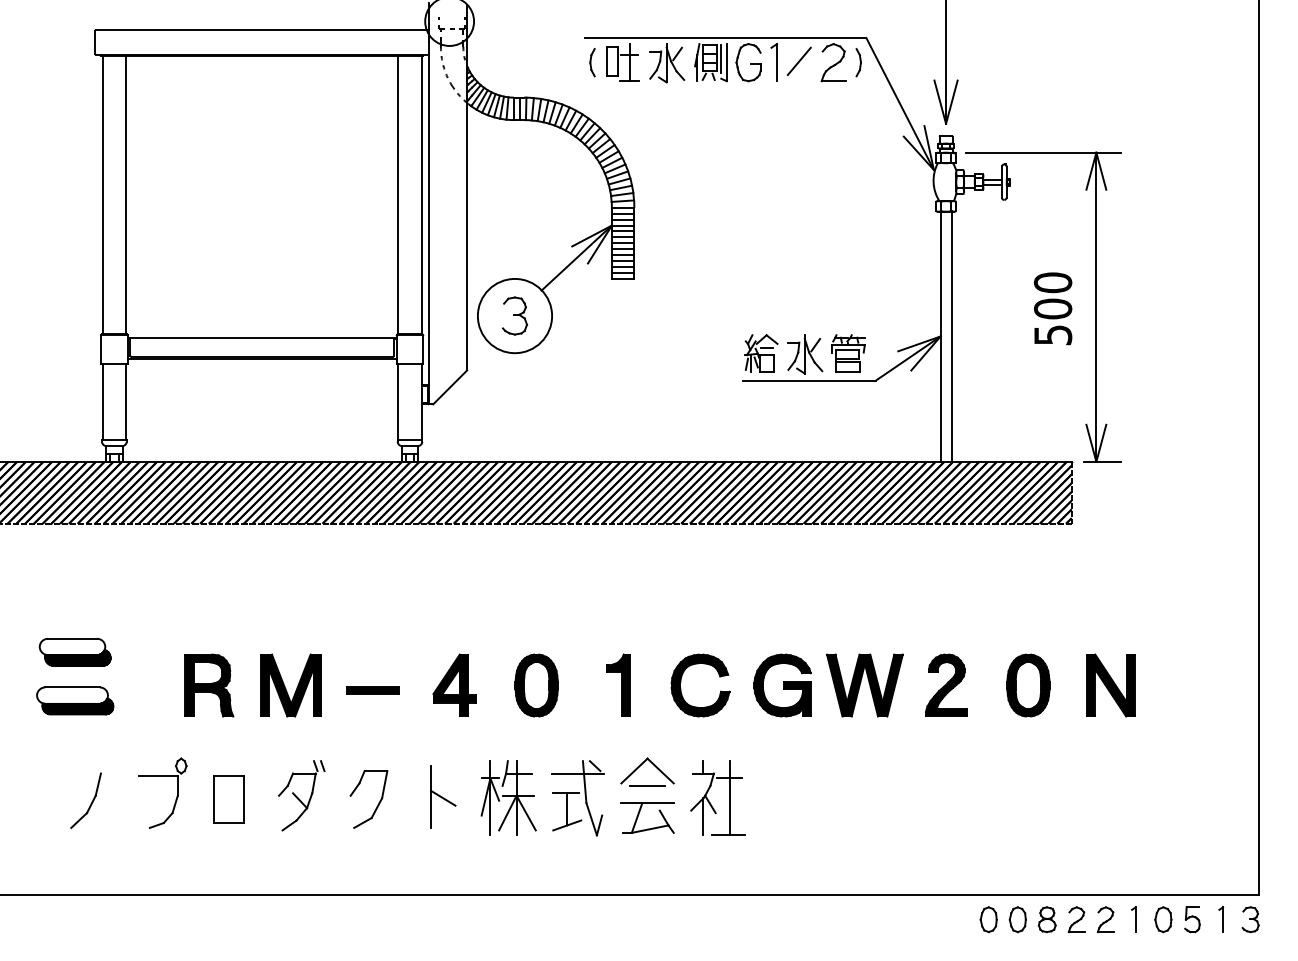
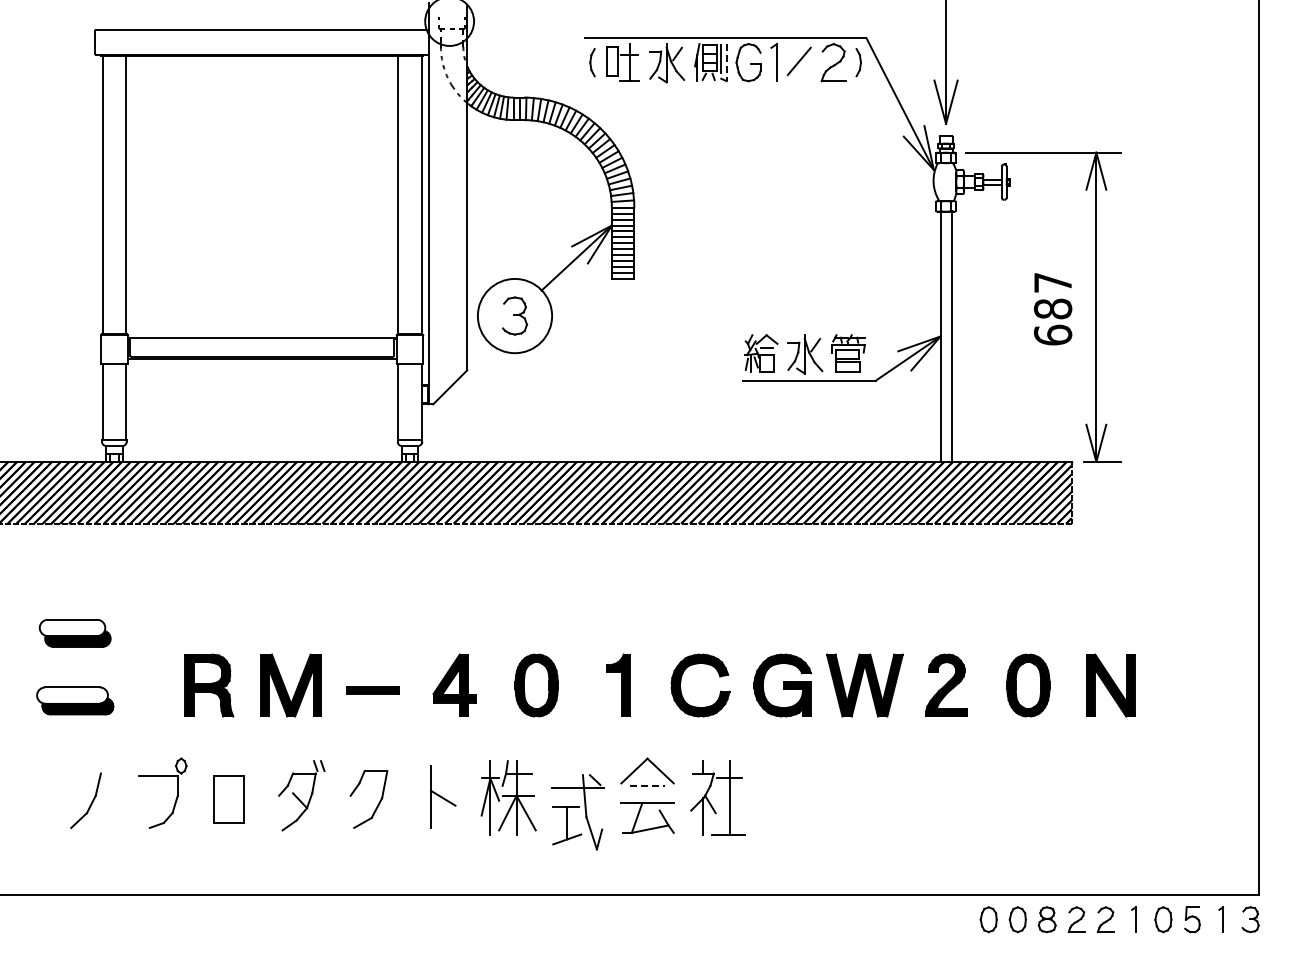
line at (726, 62): solid -> dashed
text at (1053, 308): 500 -> 687
part at (74, 652) position: (74, 652) -> (74, 633)
line at (648, 785): solid -> dashed
part at (577, 798) position: (577, 798) -> (577, 812)
